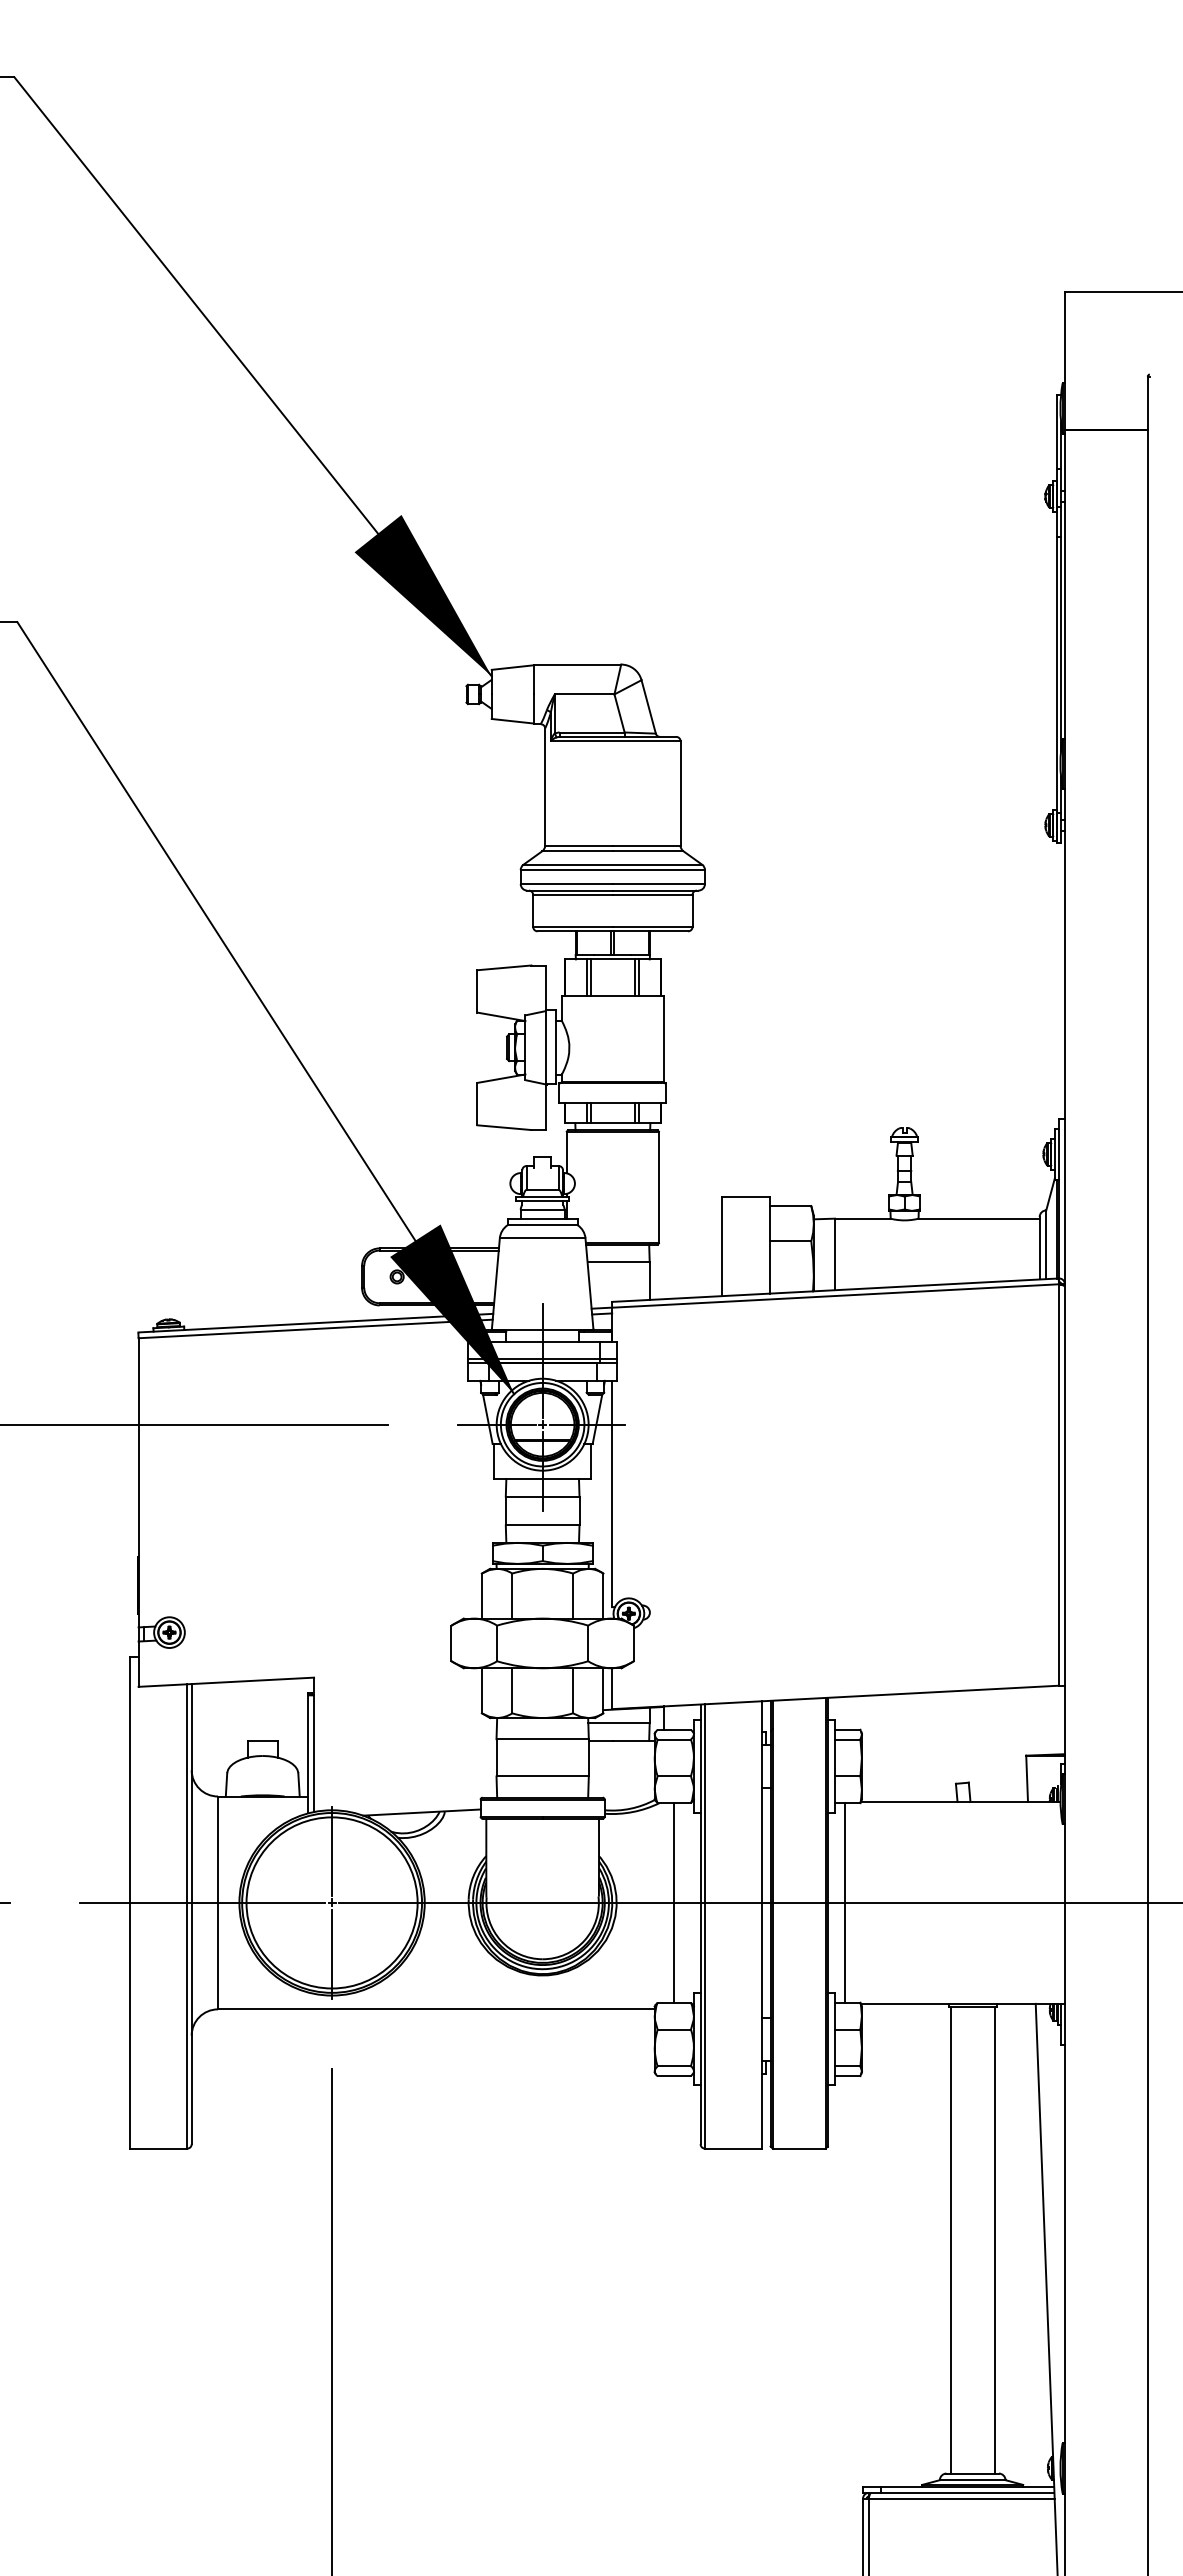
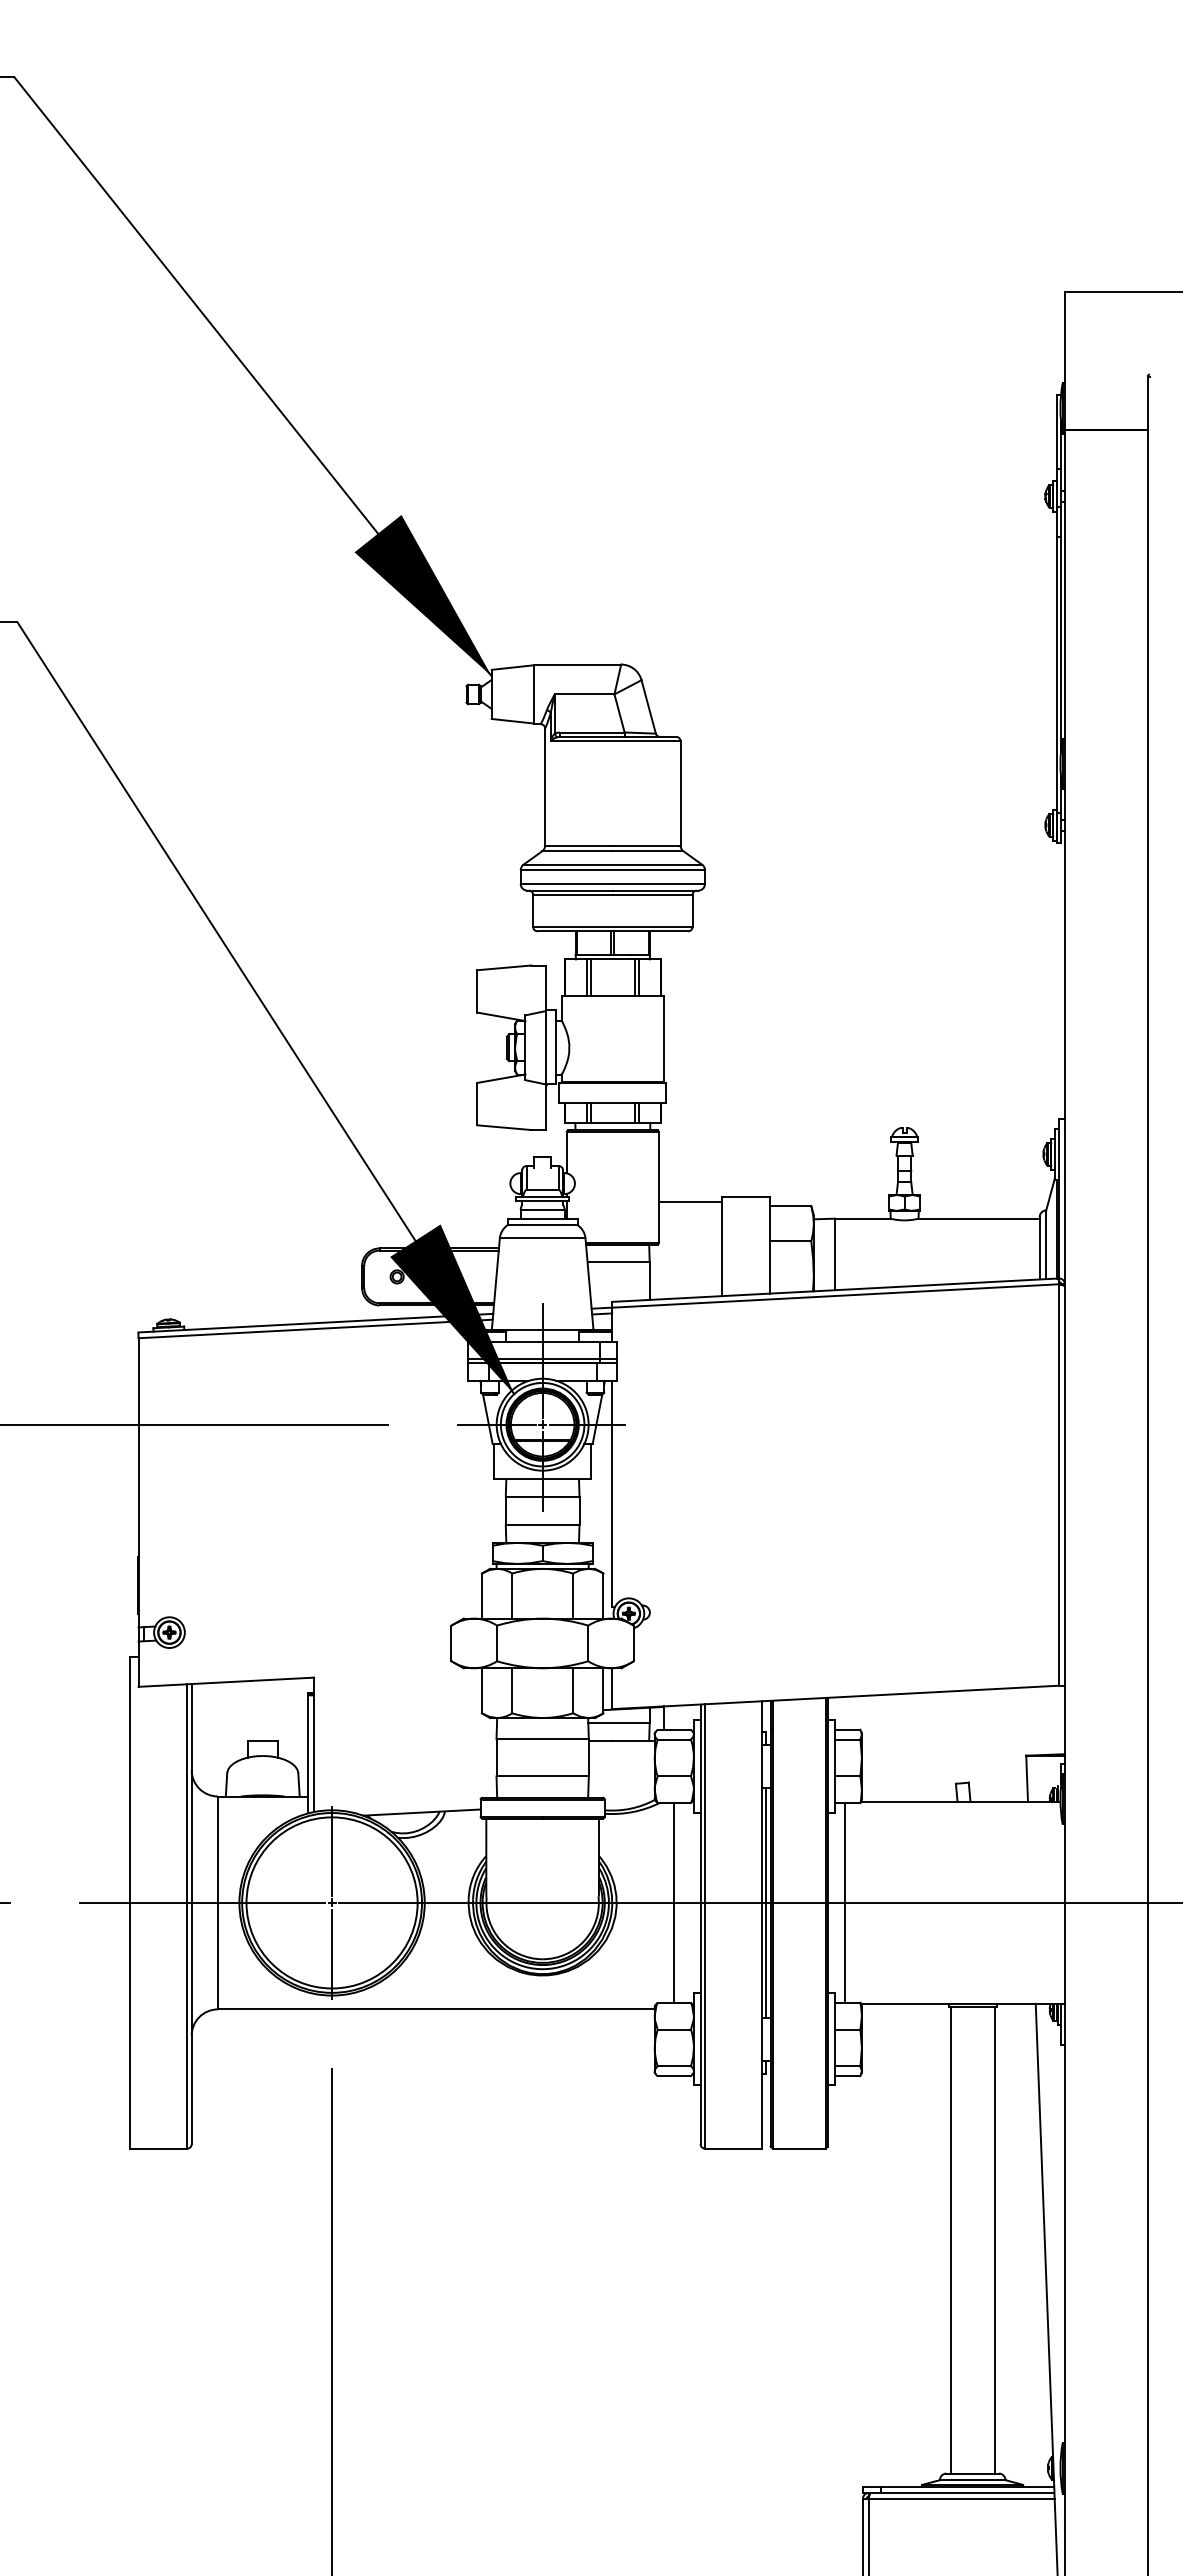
line at (689, 1202): none -> present
line at (766, 1902): none -> present
